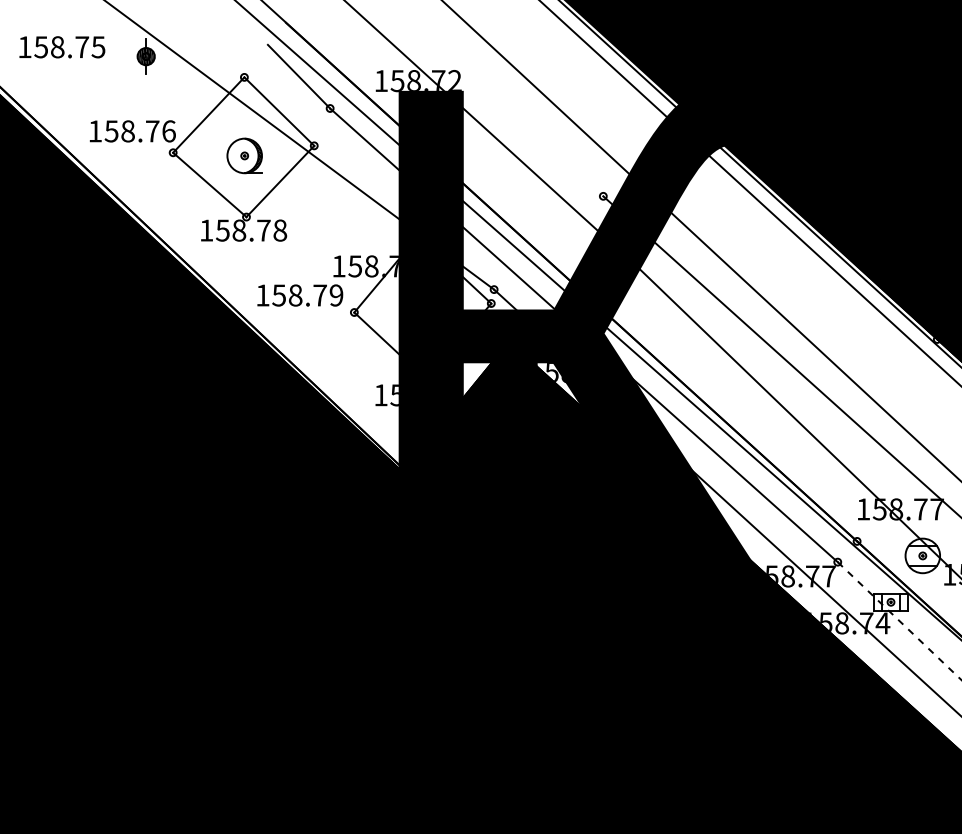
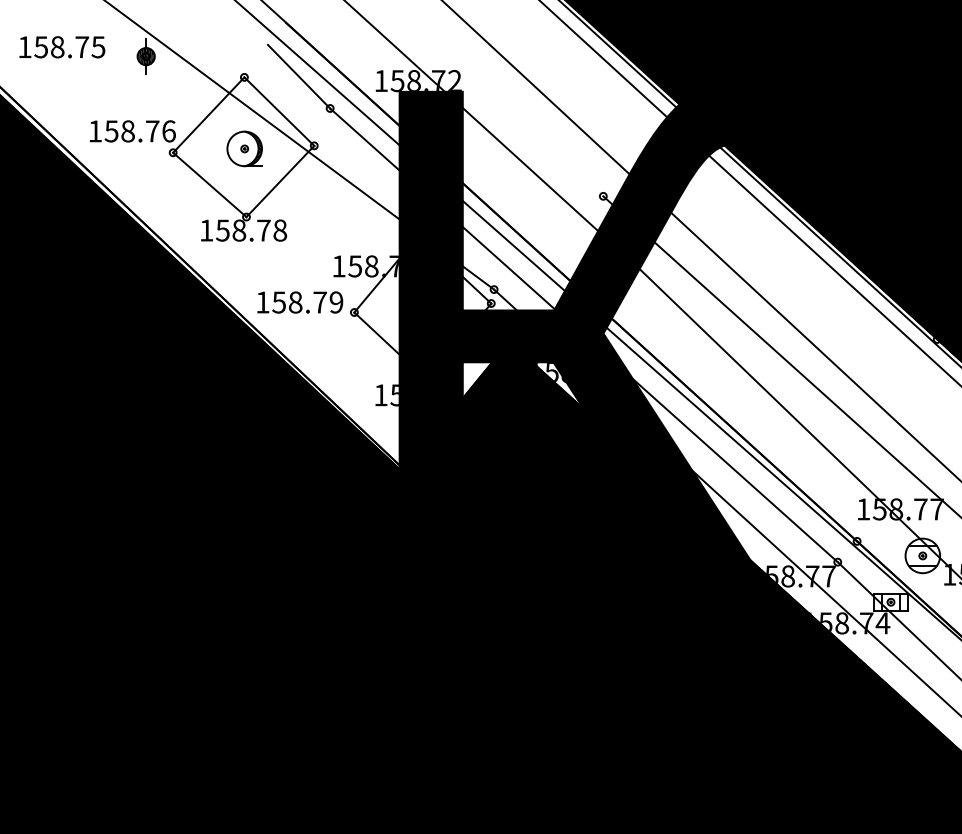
part at (244, 155) position: (244, 155) -> (244, 148)
text at (300, 295) position: (300, 295) -> (300, 302)
line at (900, 621): dashed -> solid
